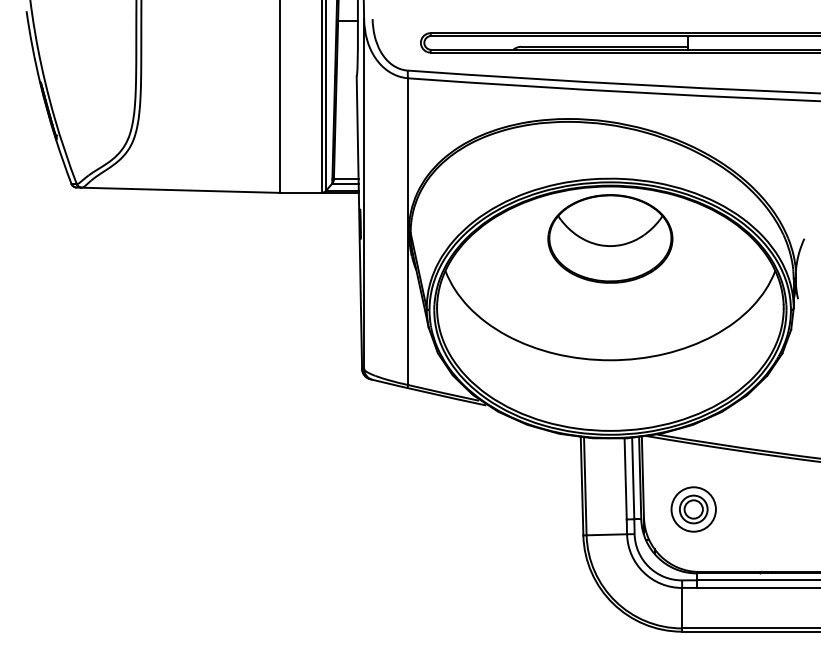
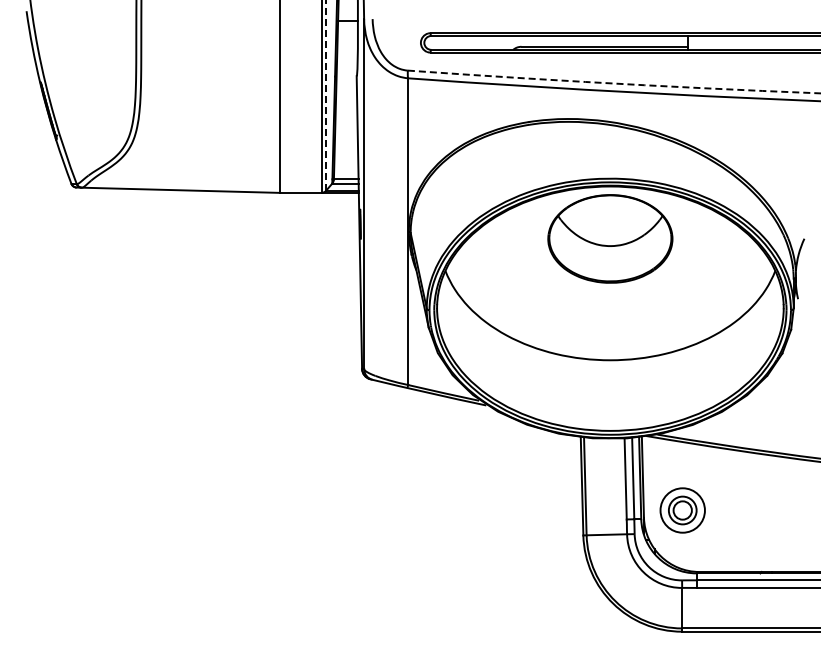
arc at (614, 83): solid -> dashed
line at (326, 95): solid -> dashed
part at (693, 509) position: (693, 509) -> (682, 510)
